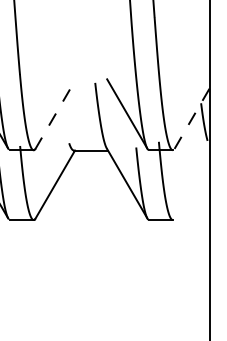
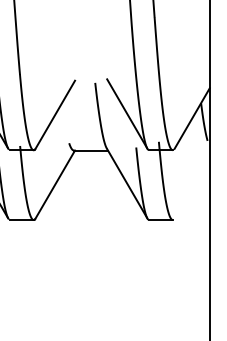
line at (55, 115): dashed -> solid
line at (192, 118): dashed -> solid
